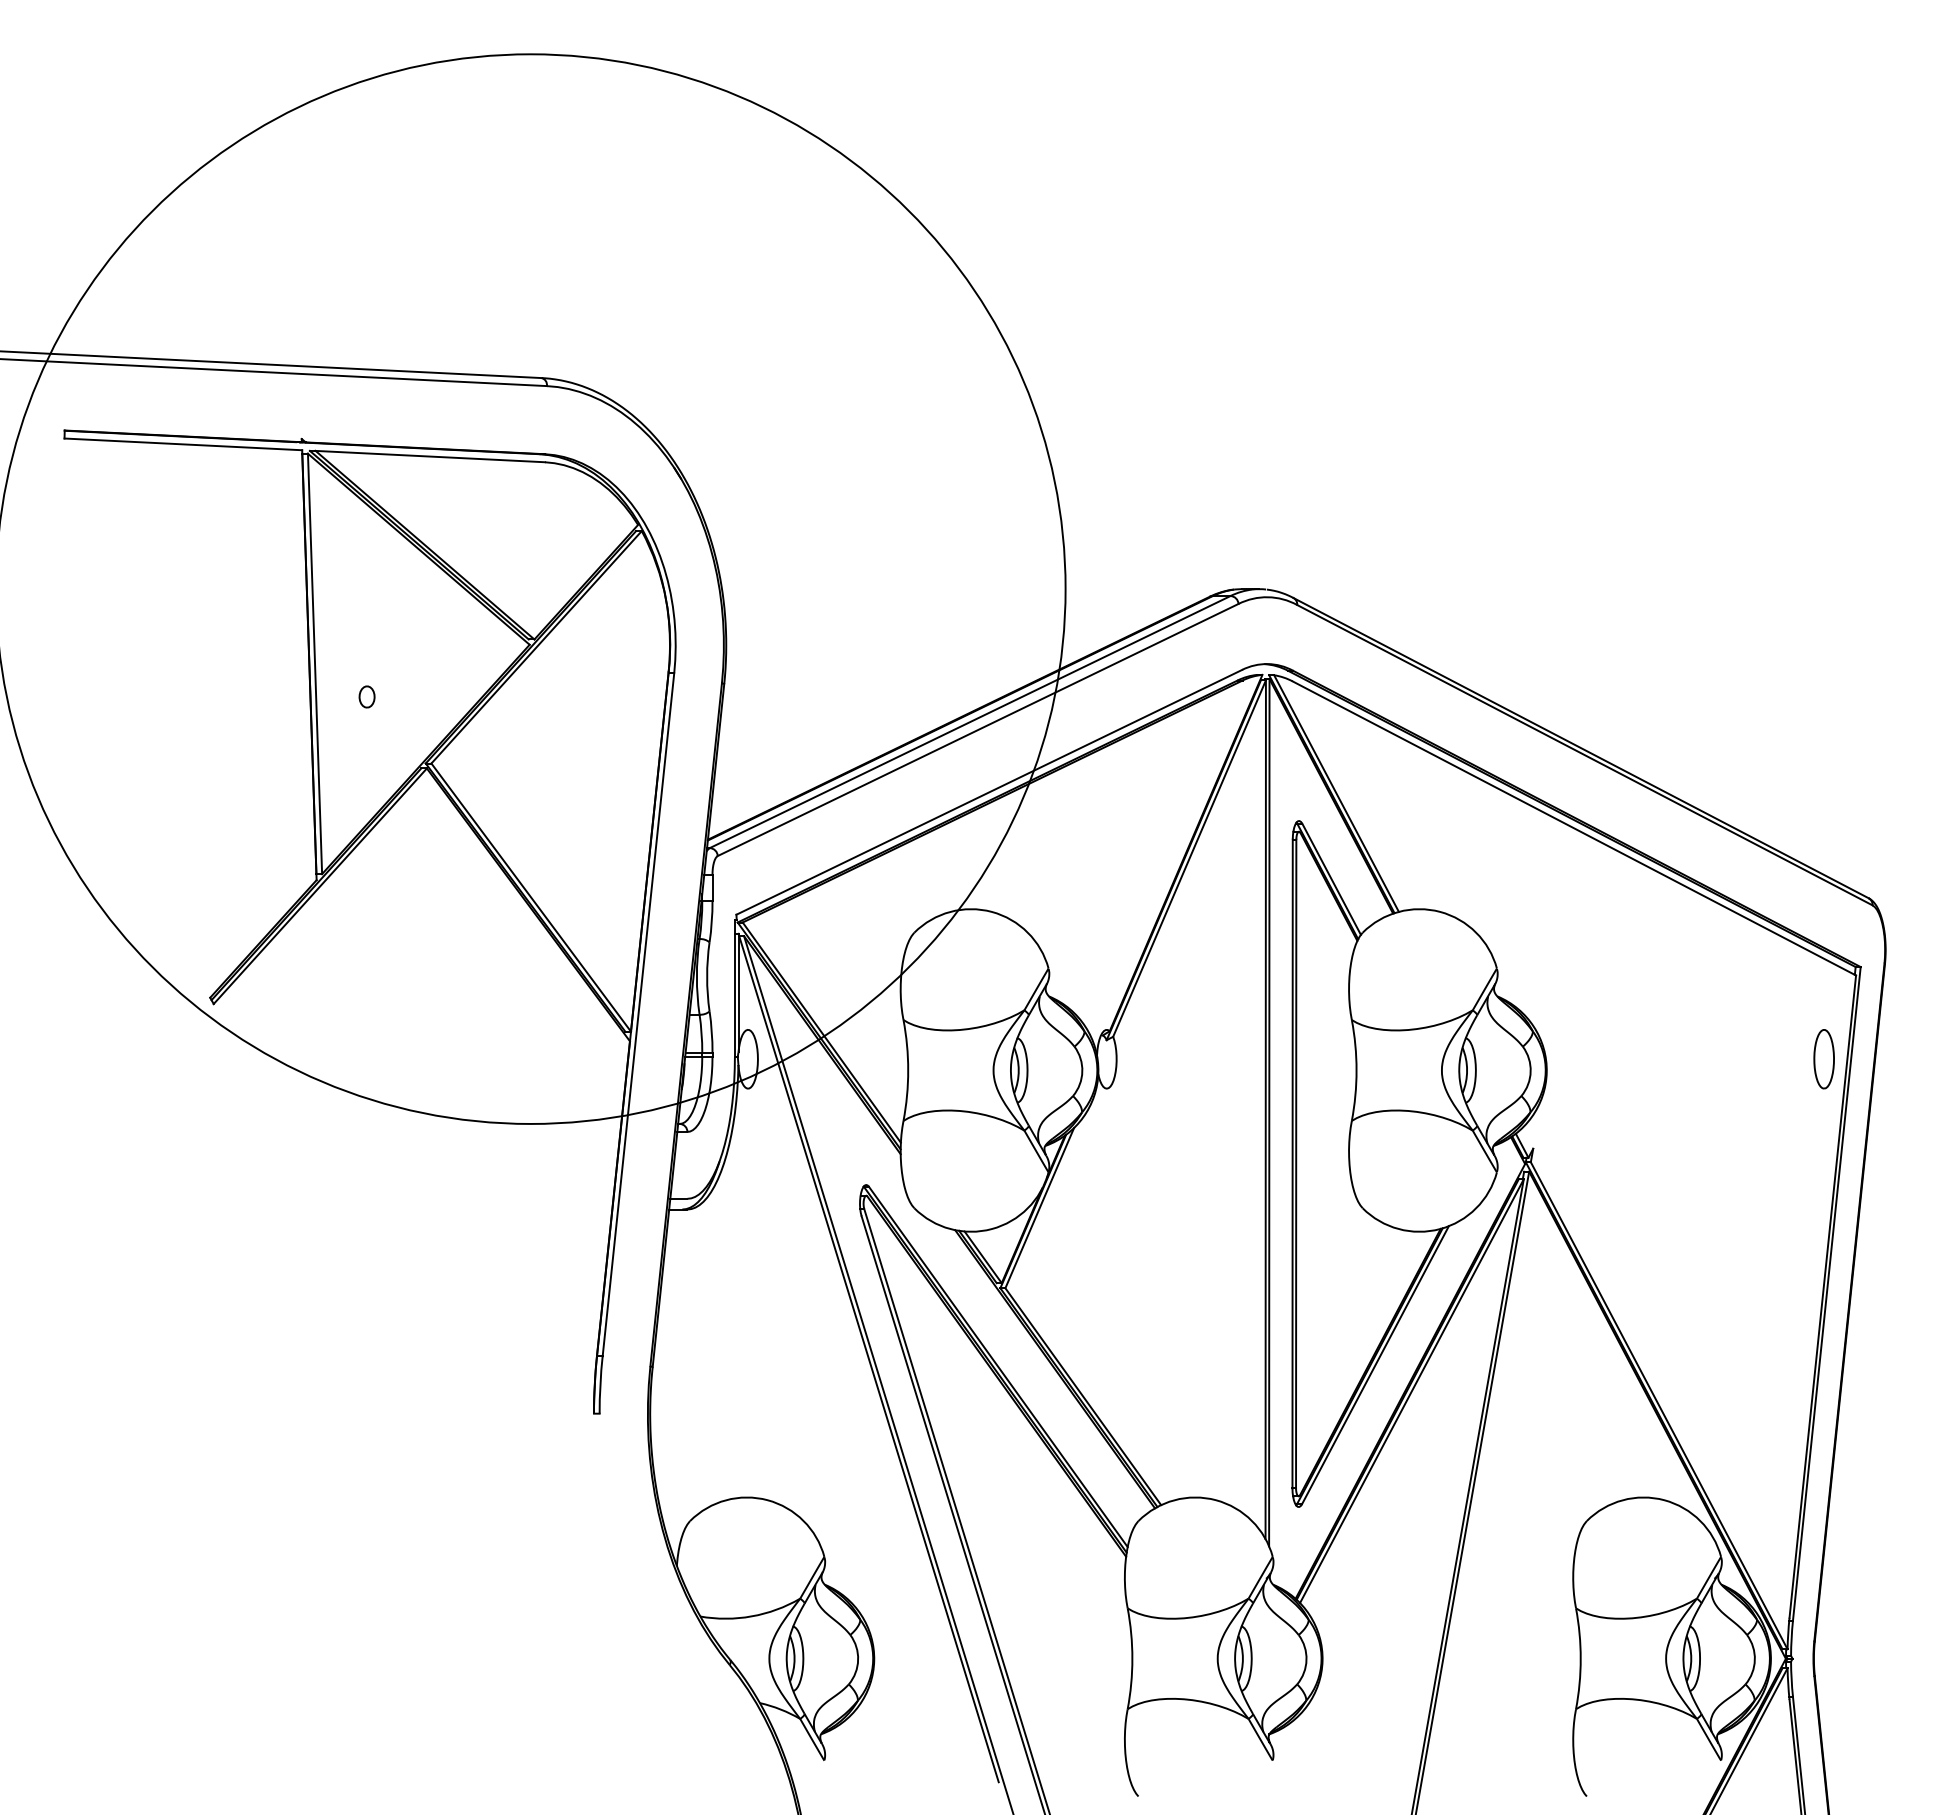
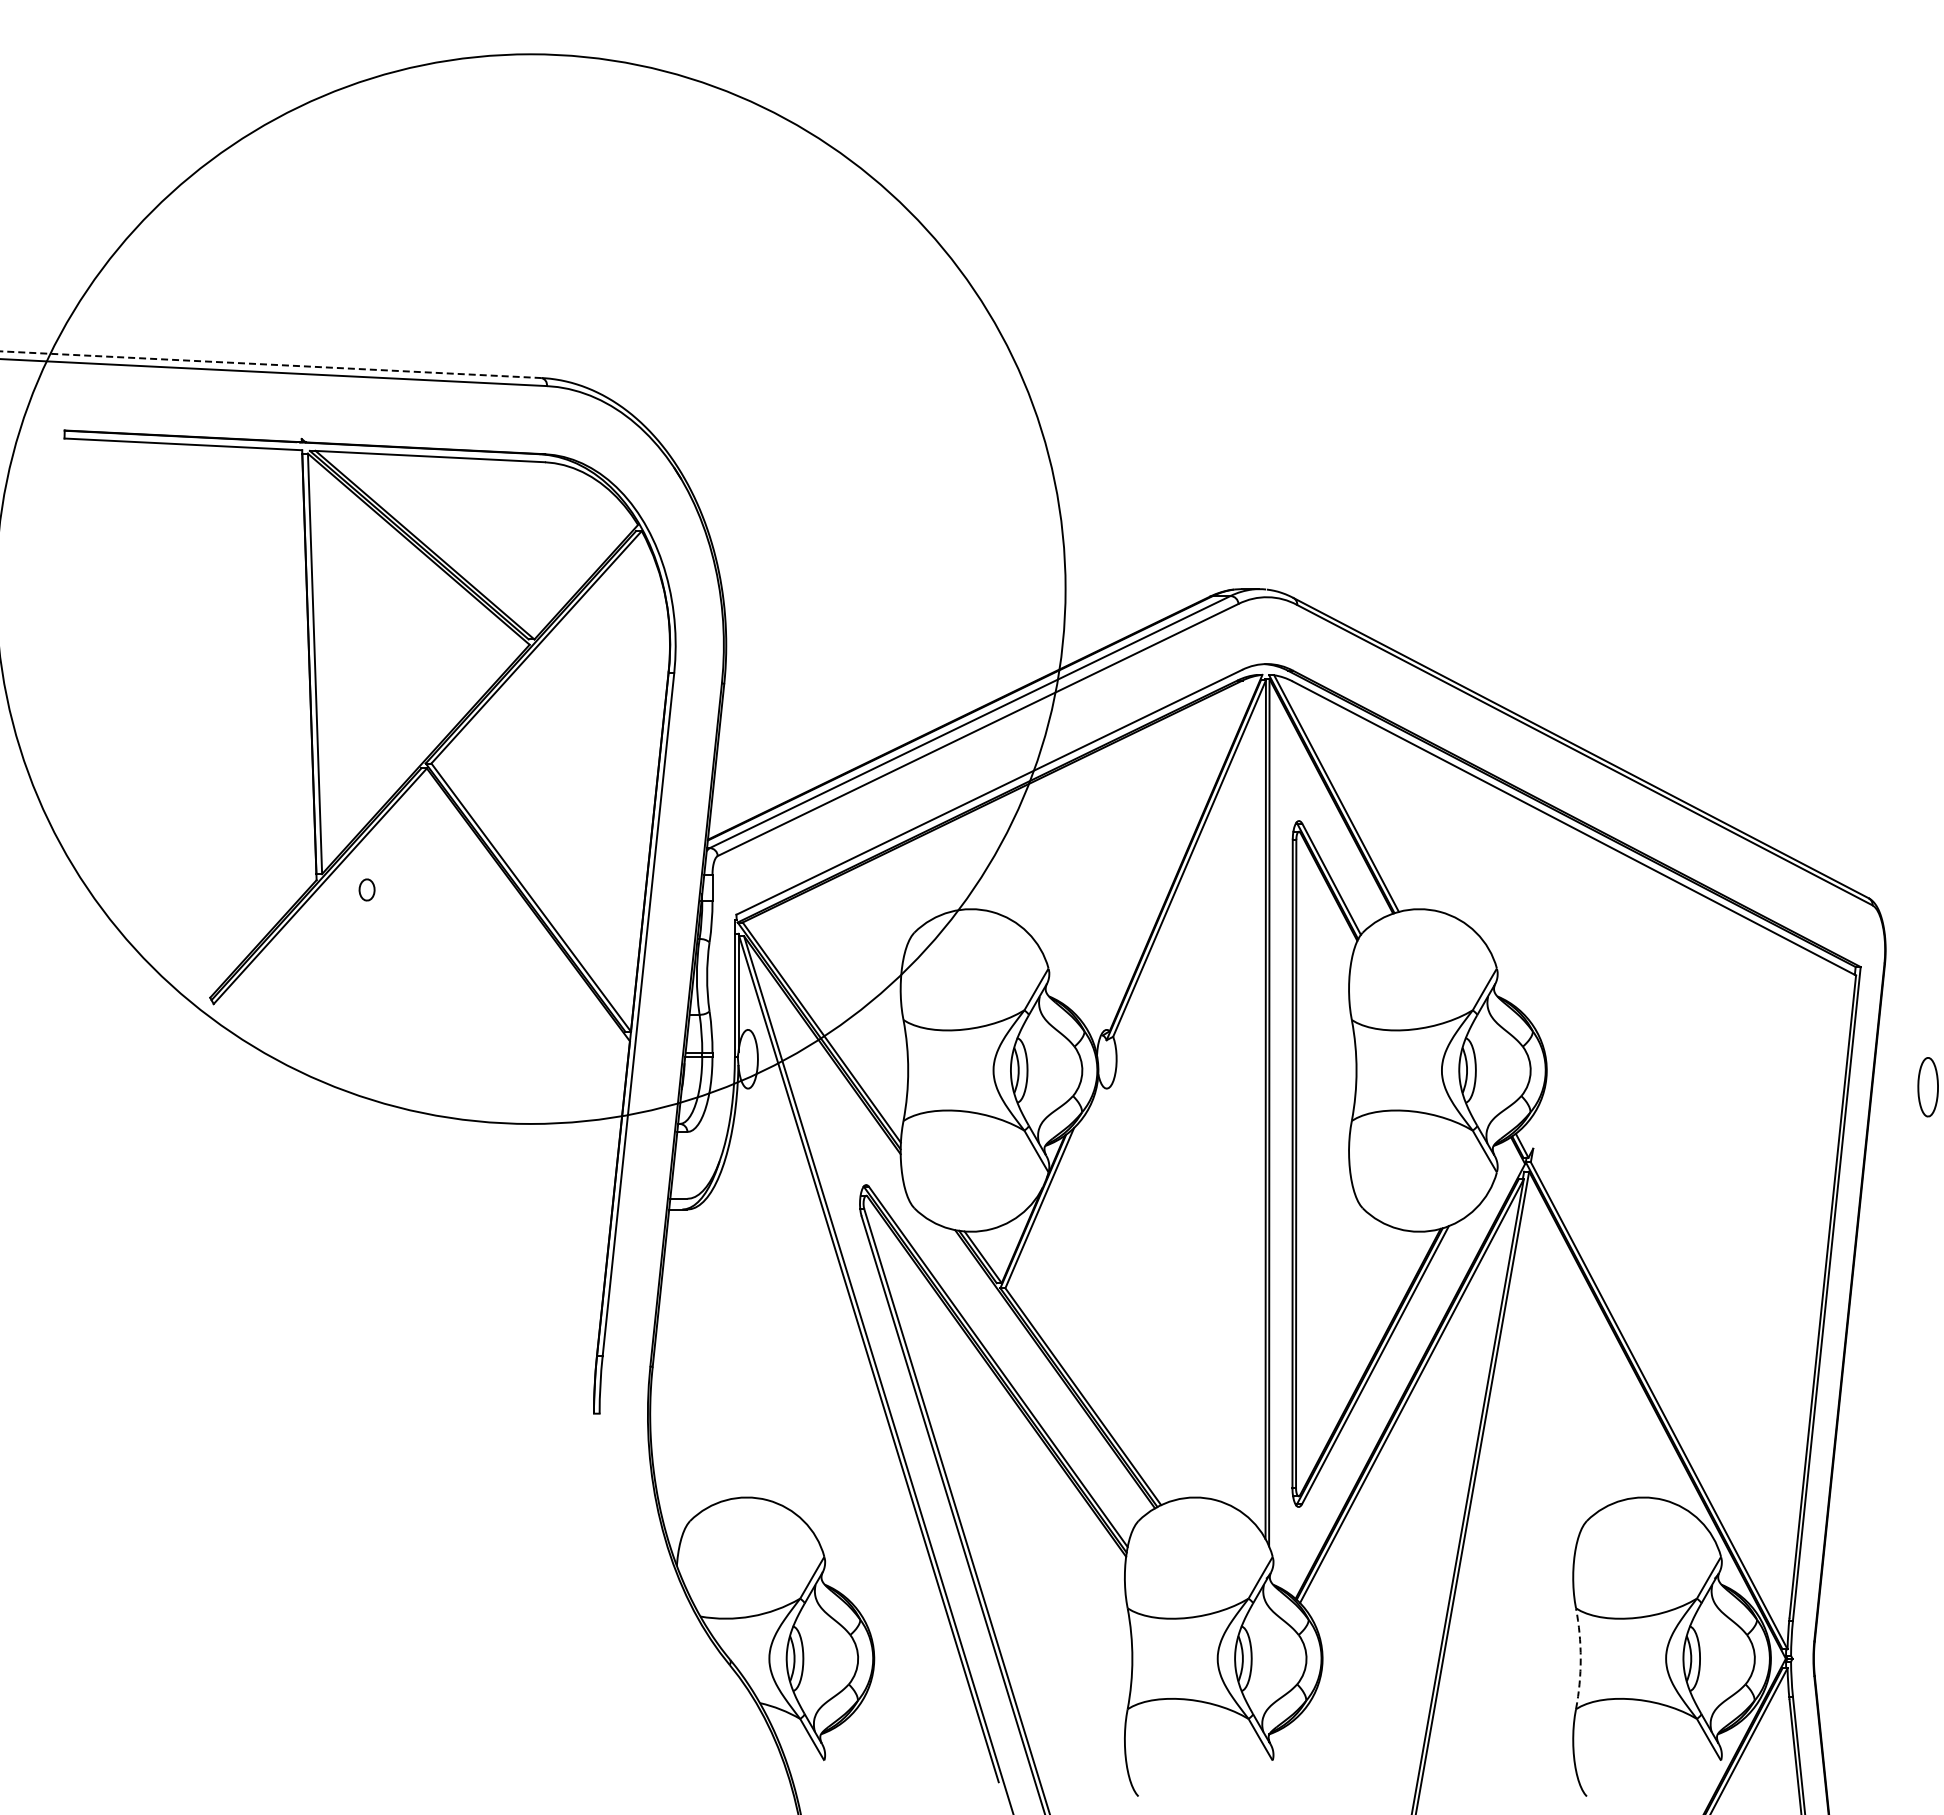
line at (271, 364): solid -> dashed
part at (366, 696) position: (366, 696) -> (366, 889)
part at (1823, 1059) position: (1823, 1059) -> (1927, 1087)
arc at (1580, 1658): solid -> dashed
